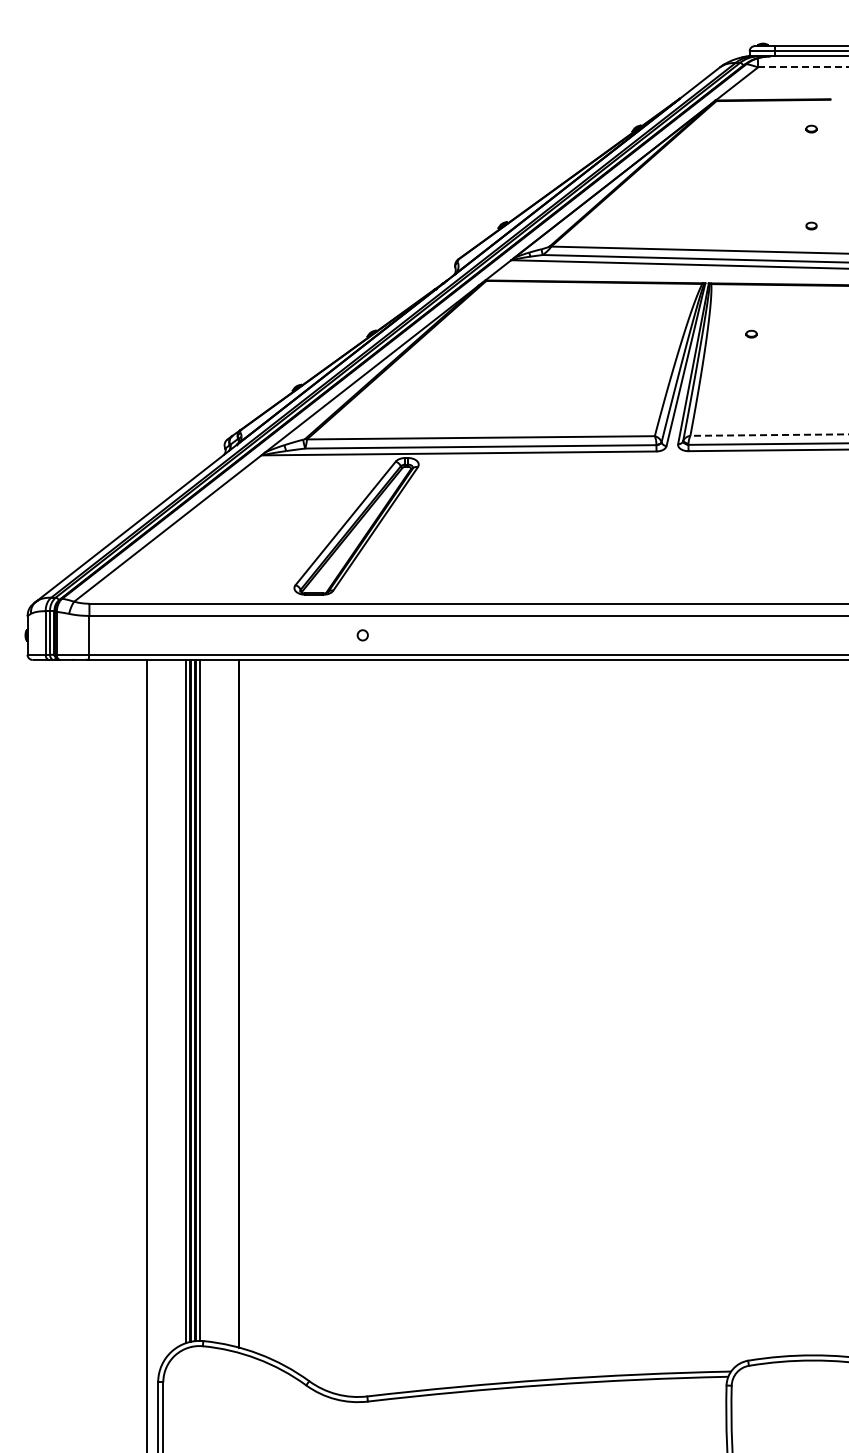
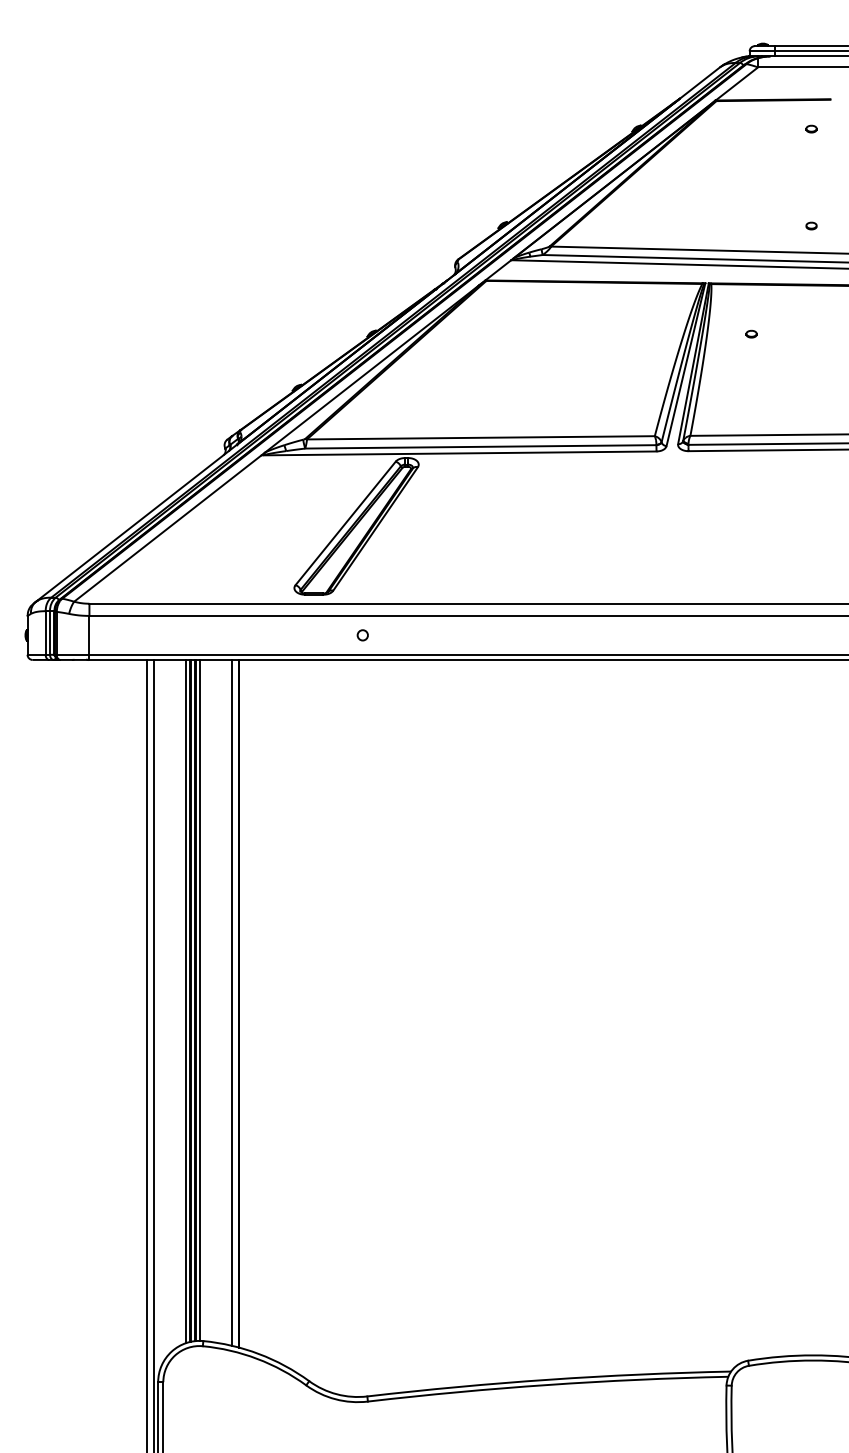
line at (803, 67): dashed -> solid
line at (769, 435): dashed -> solid
line at (232, 1002): none -> present
line at (153, 1054): none -> present
